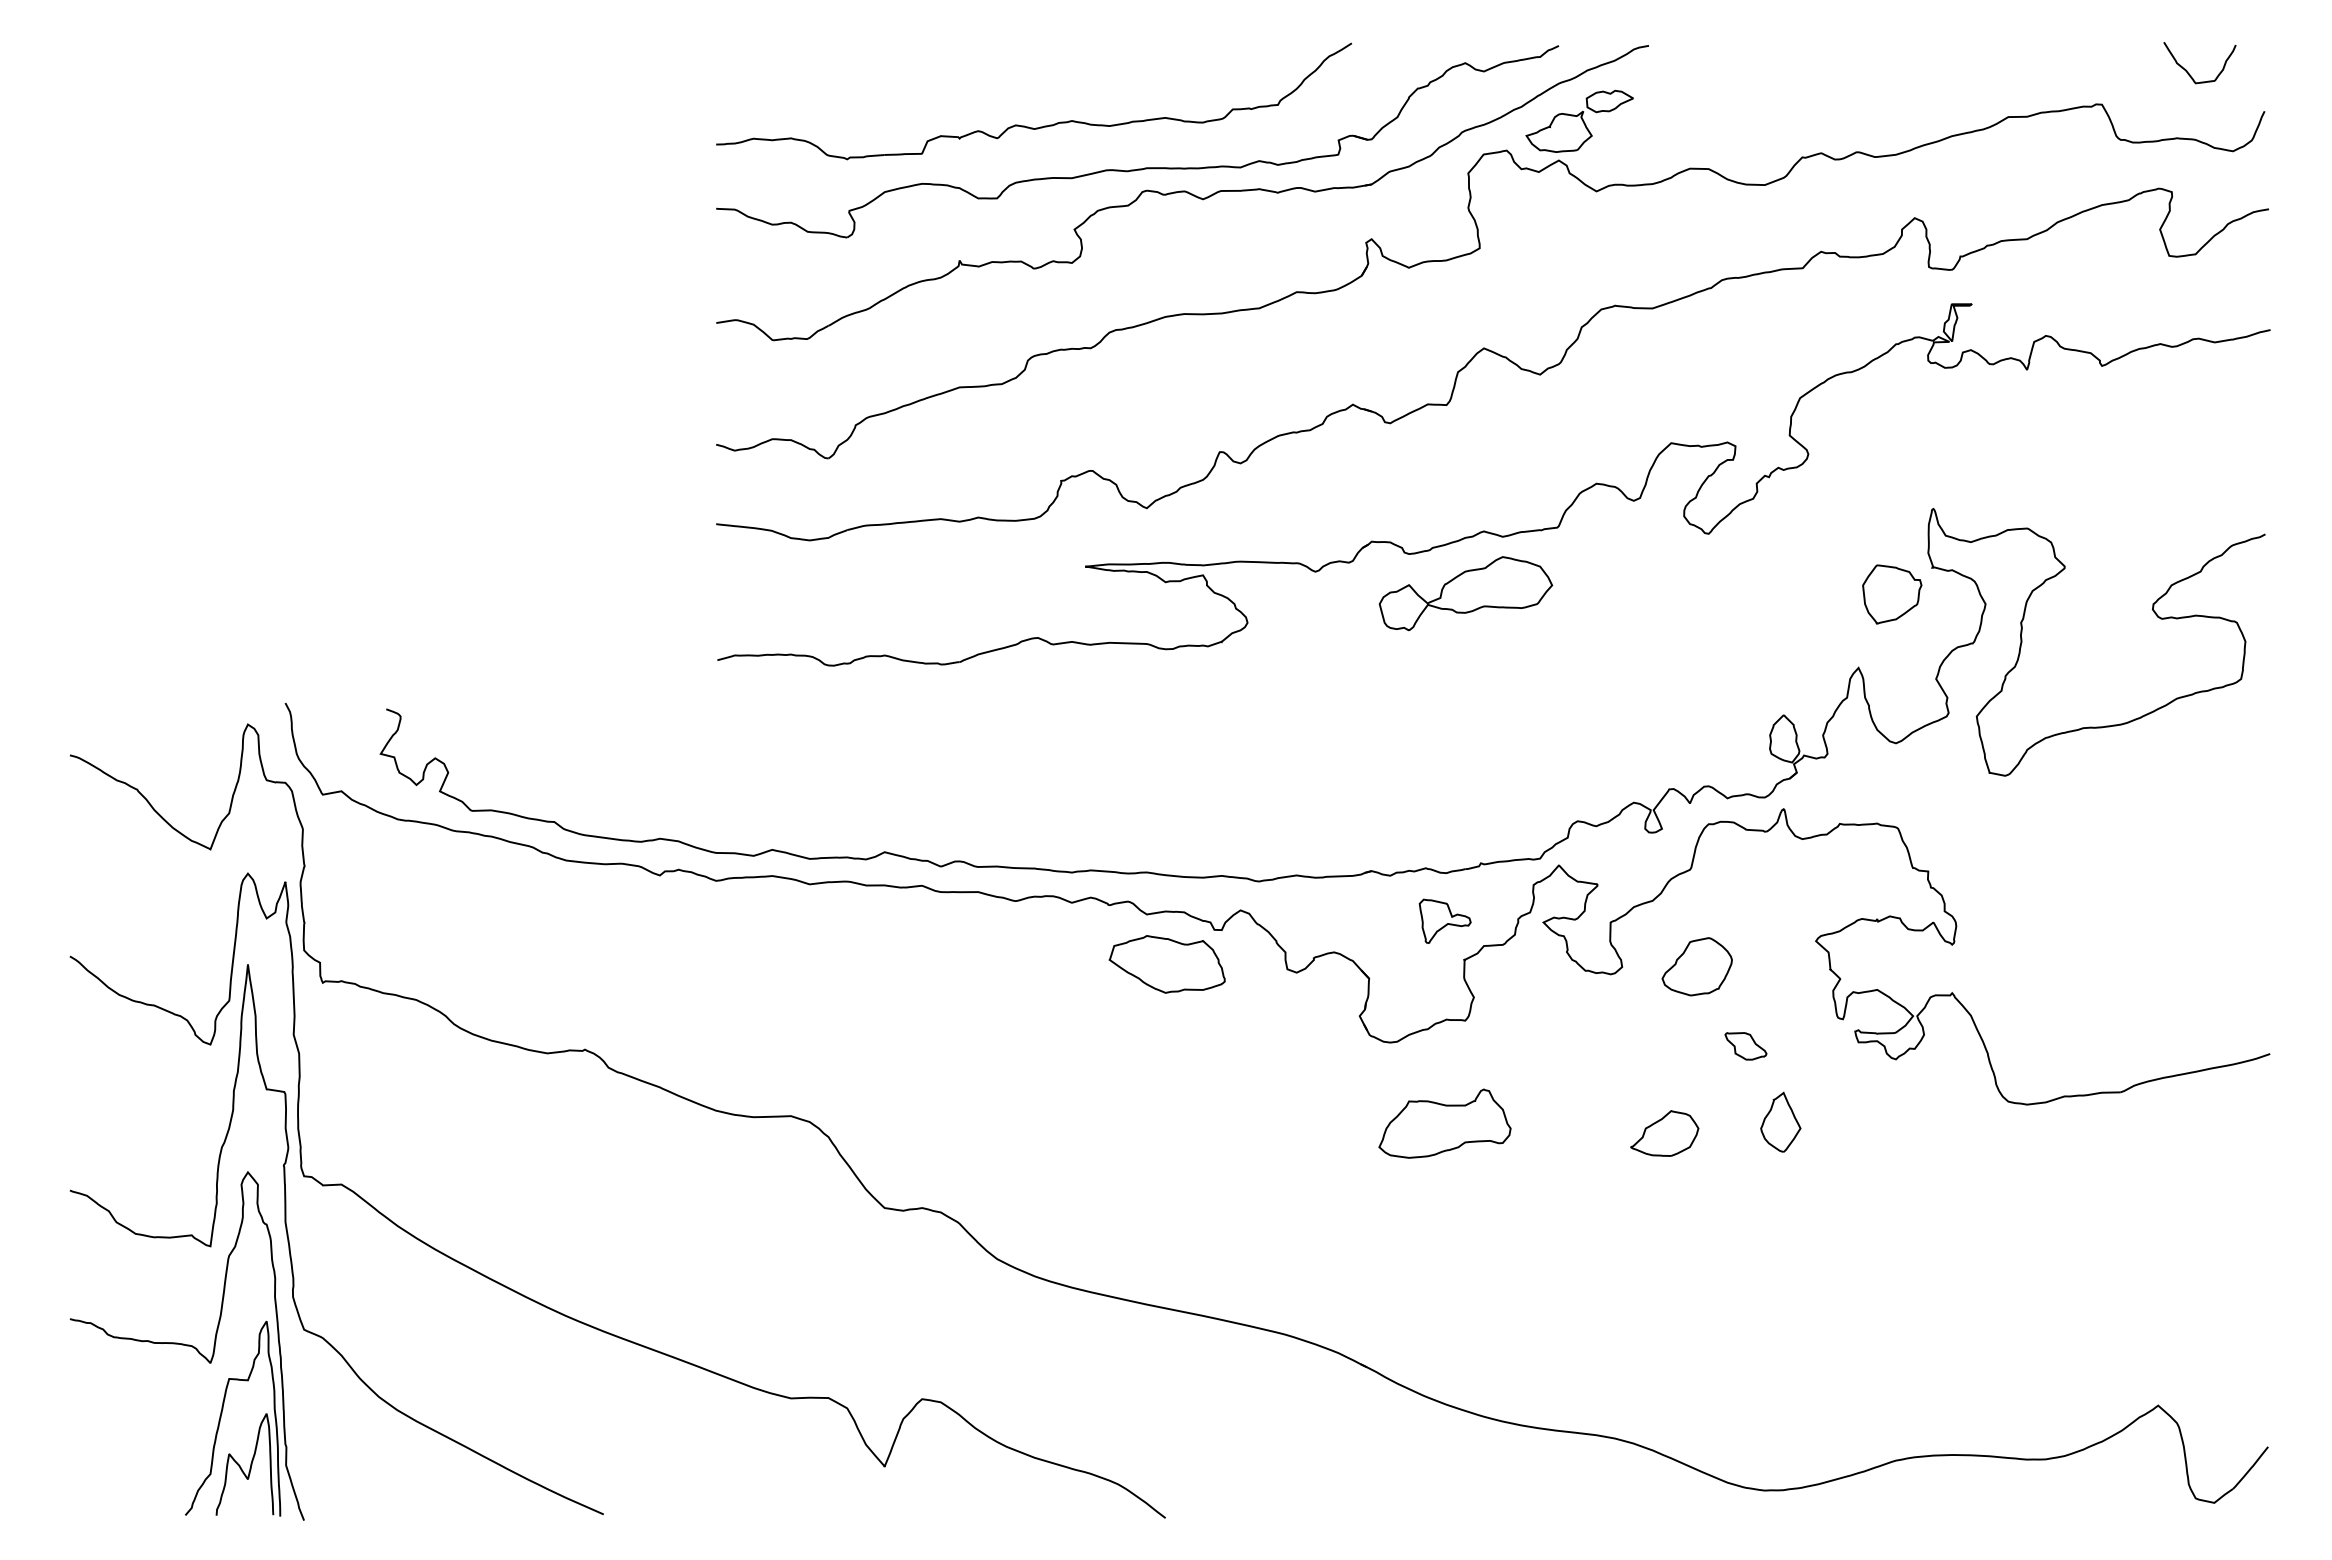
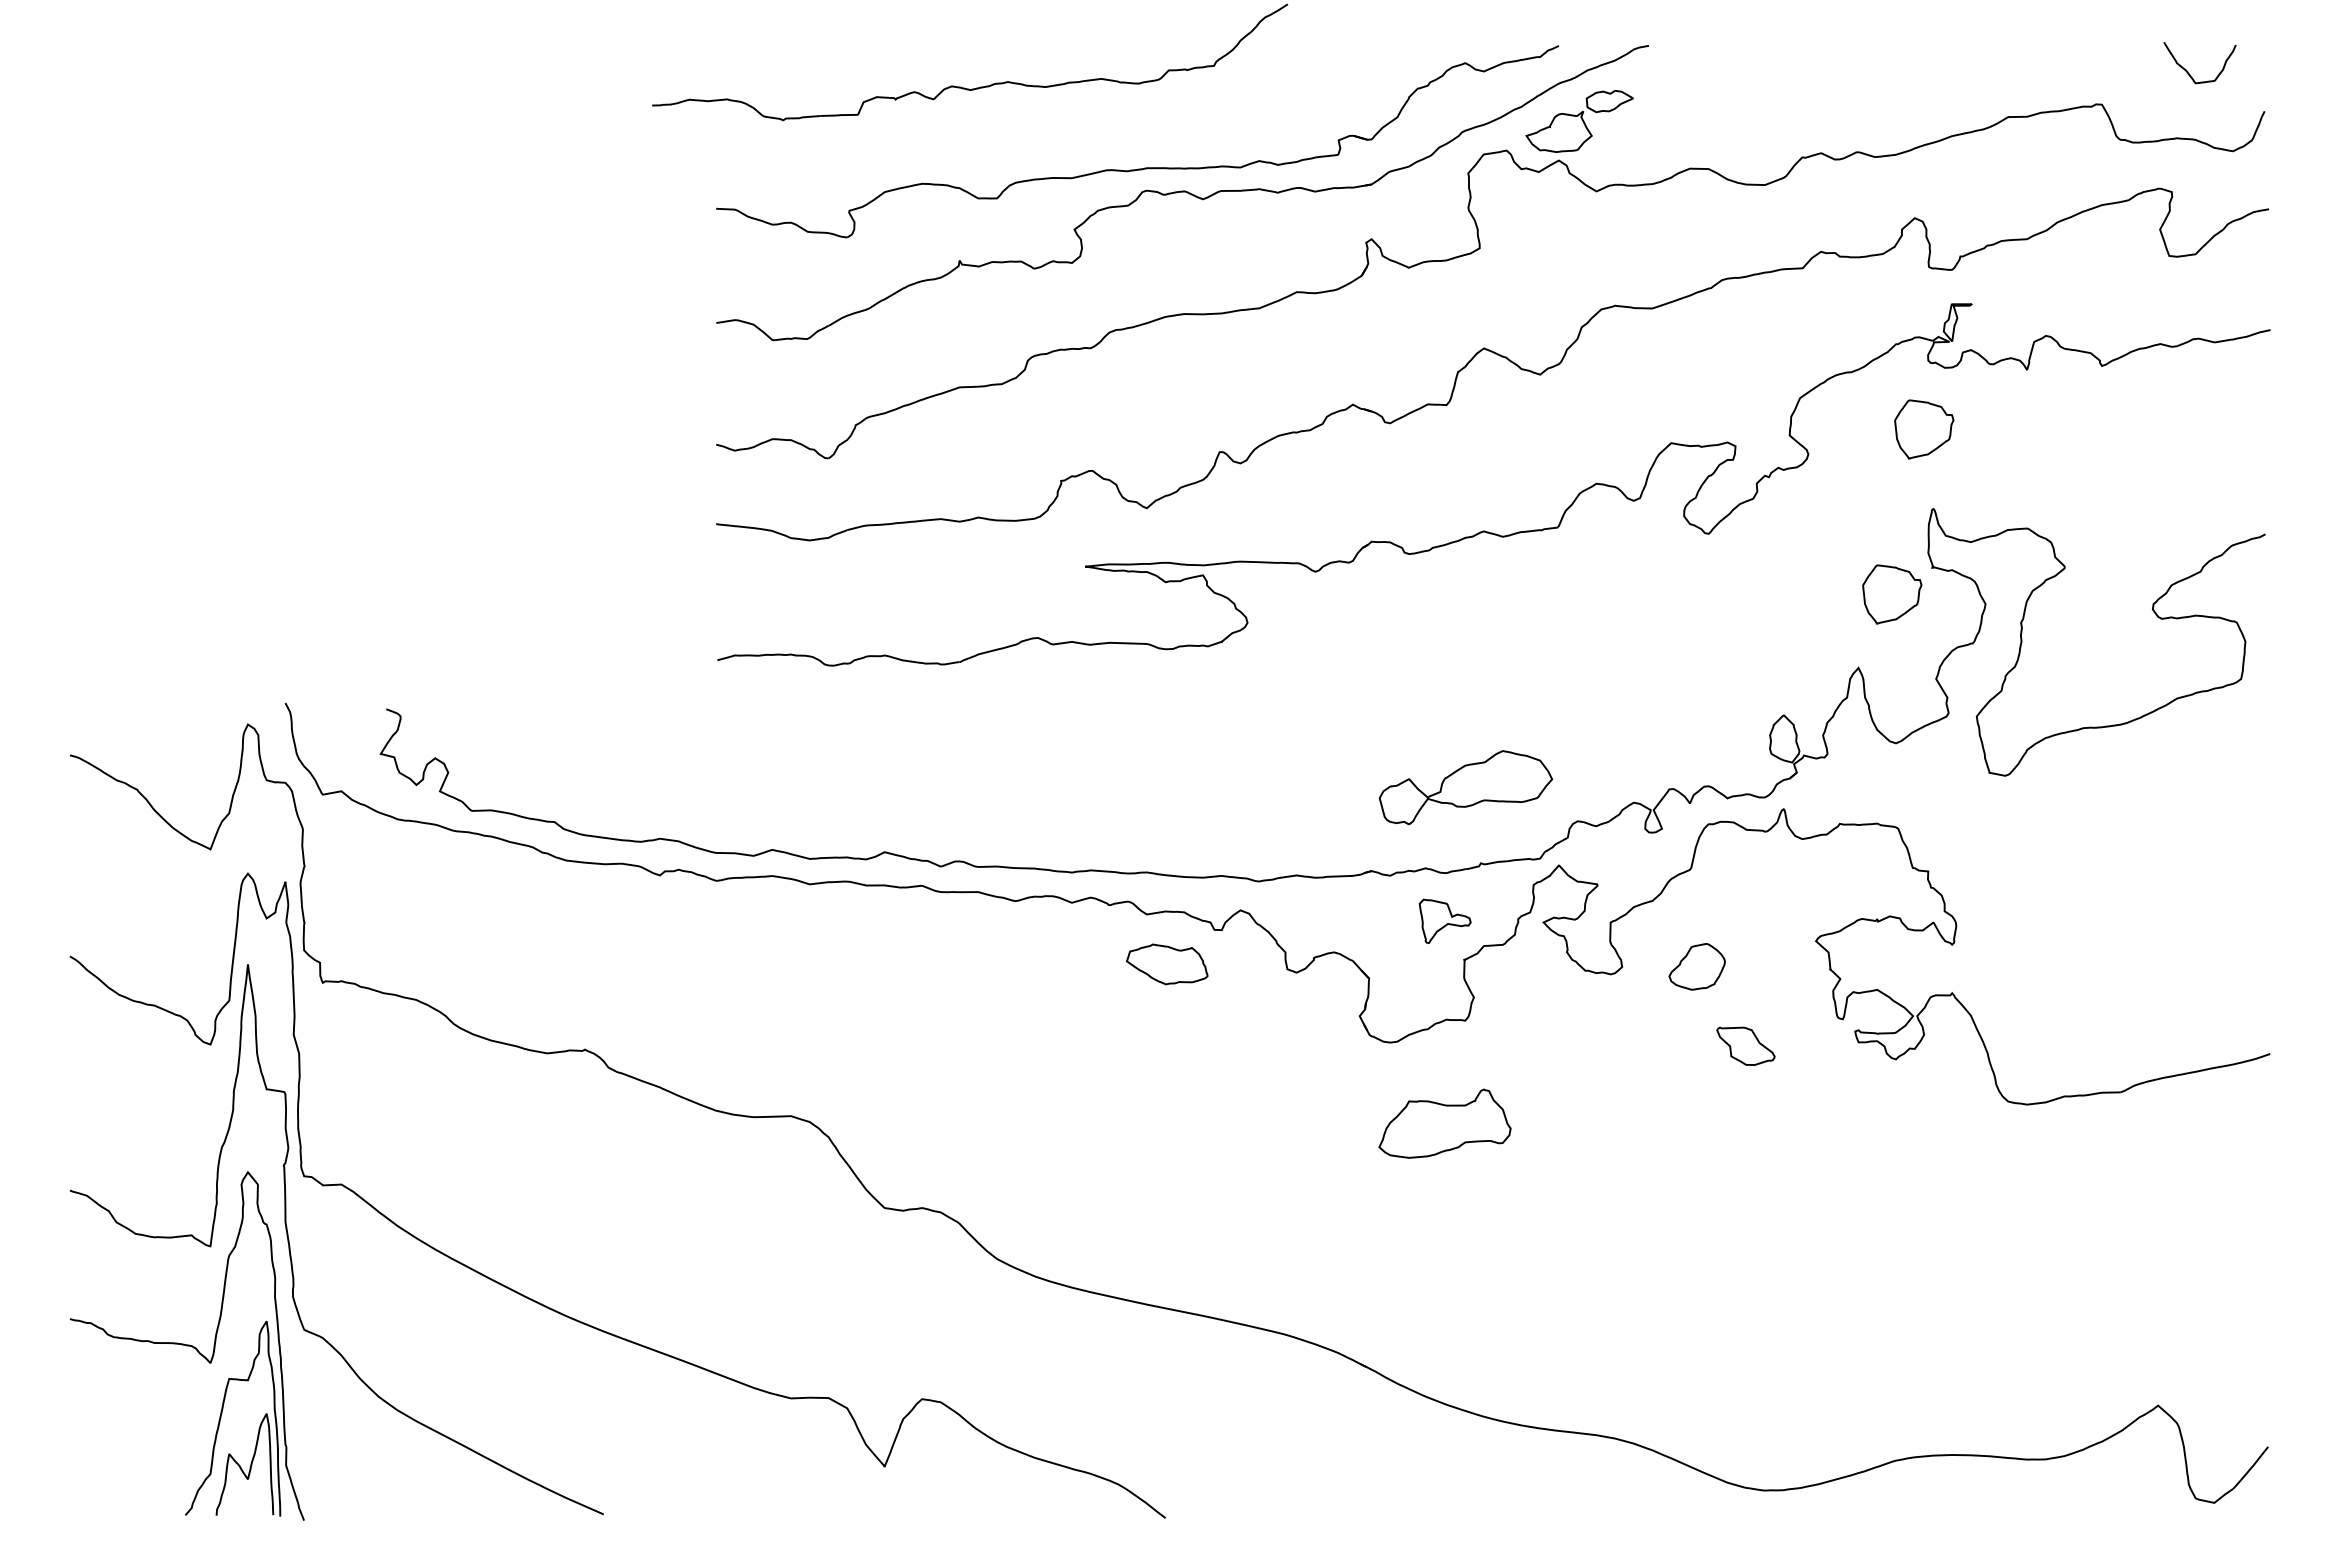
part at (1028, 126) position: (1028, 126) -> (964, 87)
part at (1924, 429): none -> present
part at (1465, 593) position: (1465, 593) -> (1465, 787)
part at (1166, 964) size: 118x59 px -> 84x43 px
part at (1696, 966) size: 72x60 px -> 58x48 px
part at (1745, 1046) size: 44x29 px -> 60x40 px
part at (1780, 1121): present -> none
part at (1664, 1133): present -> none
